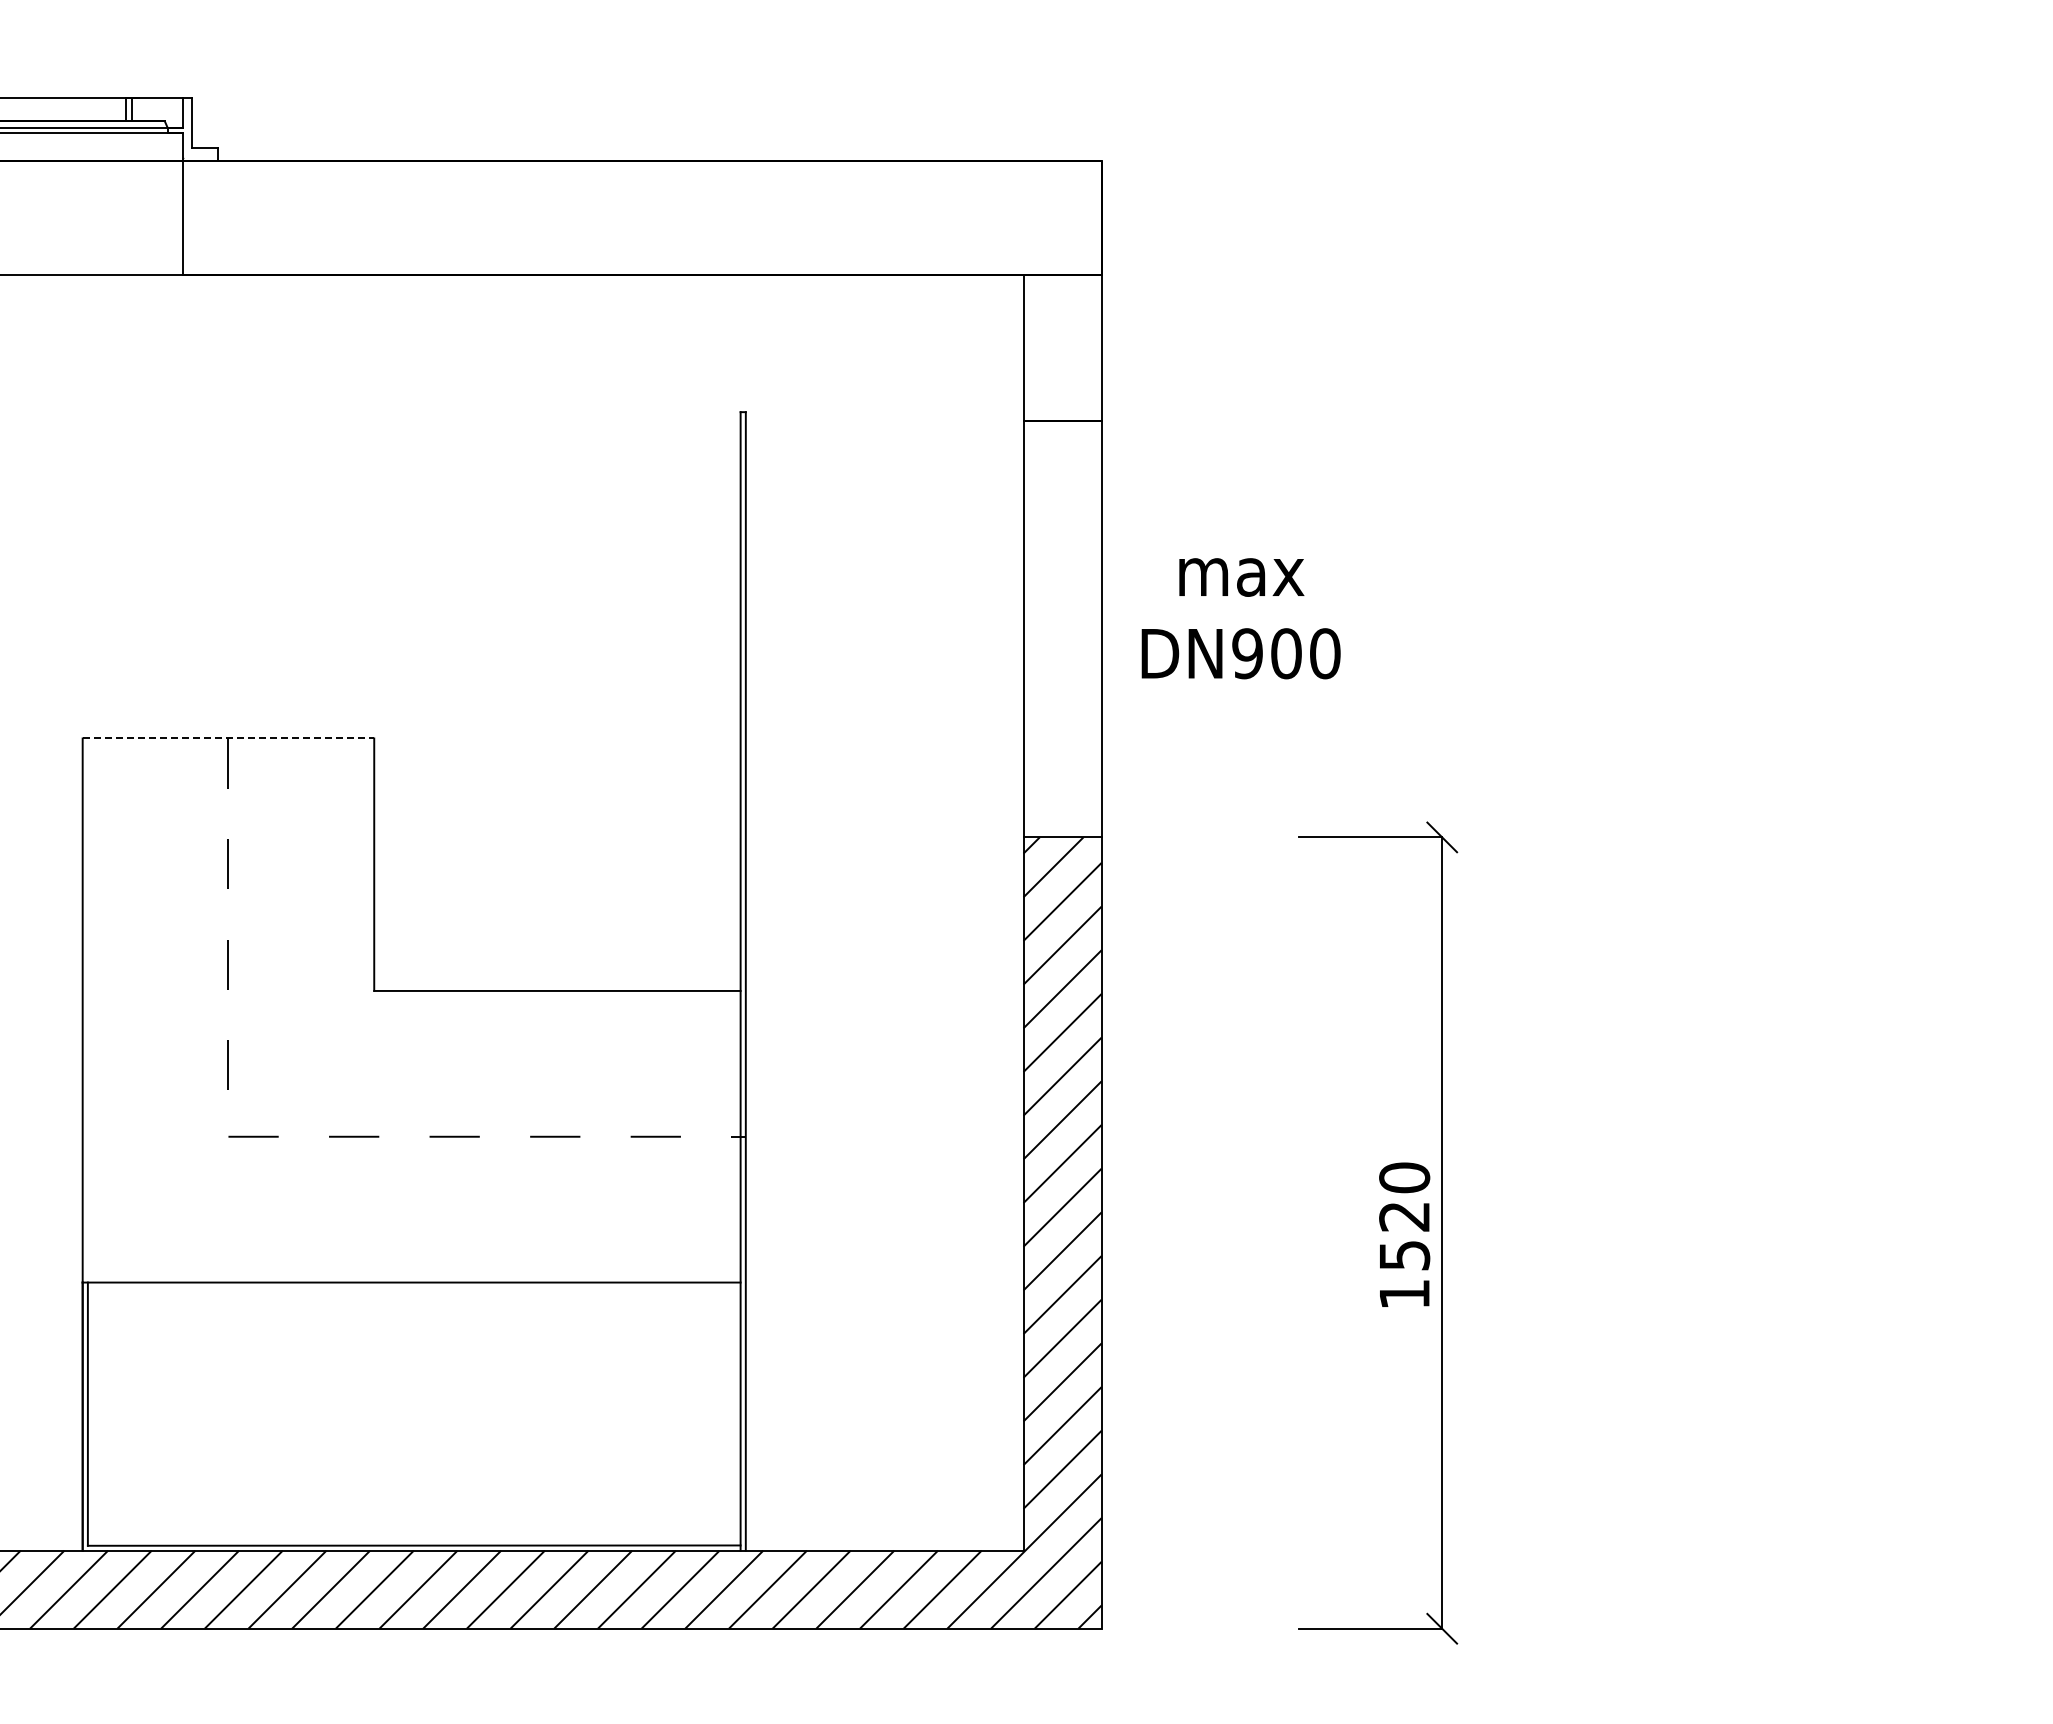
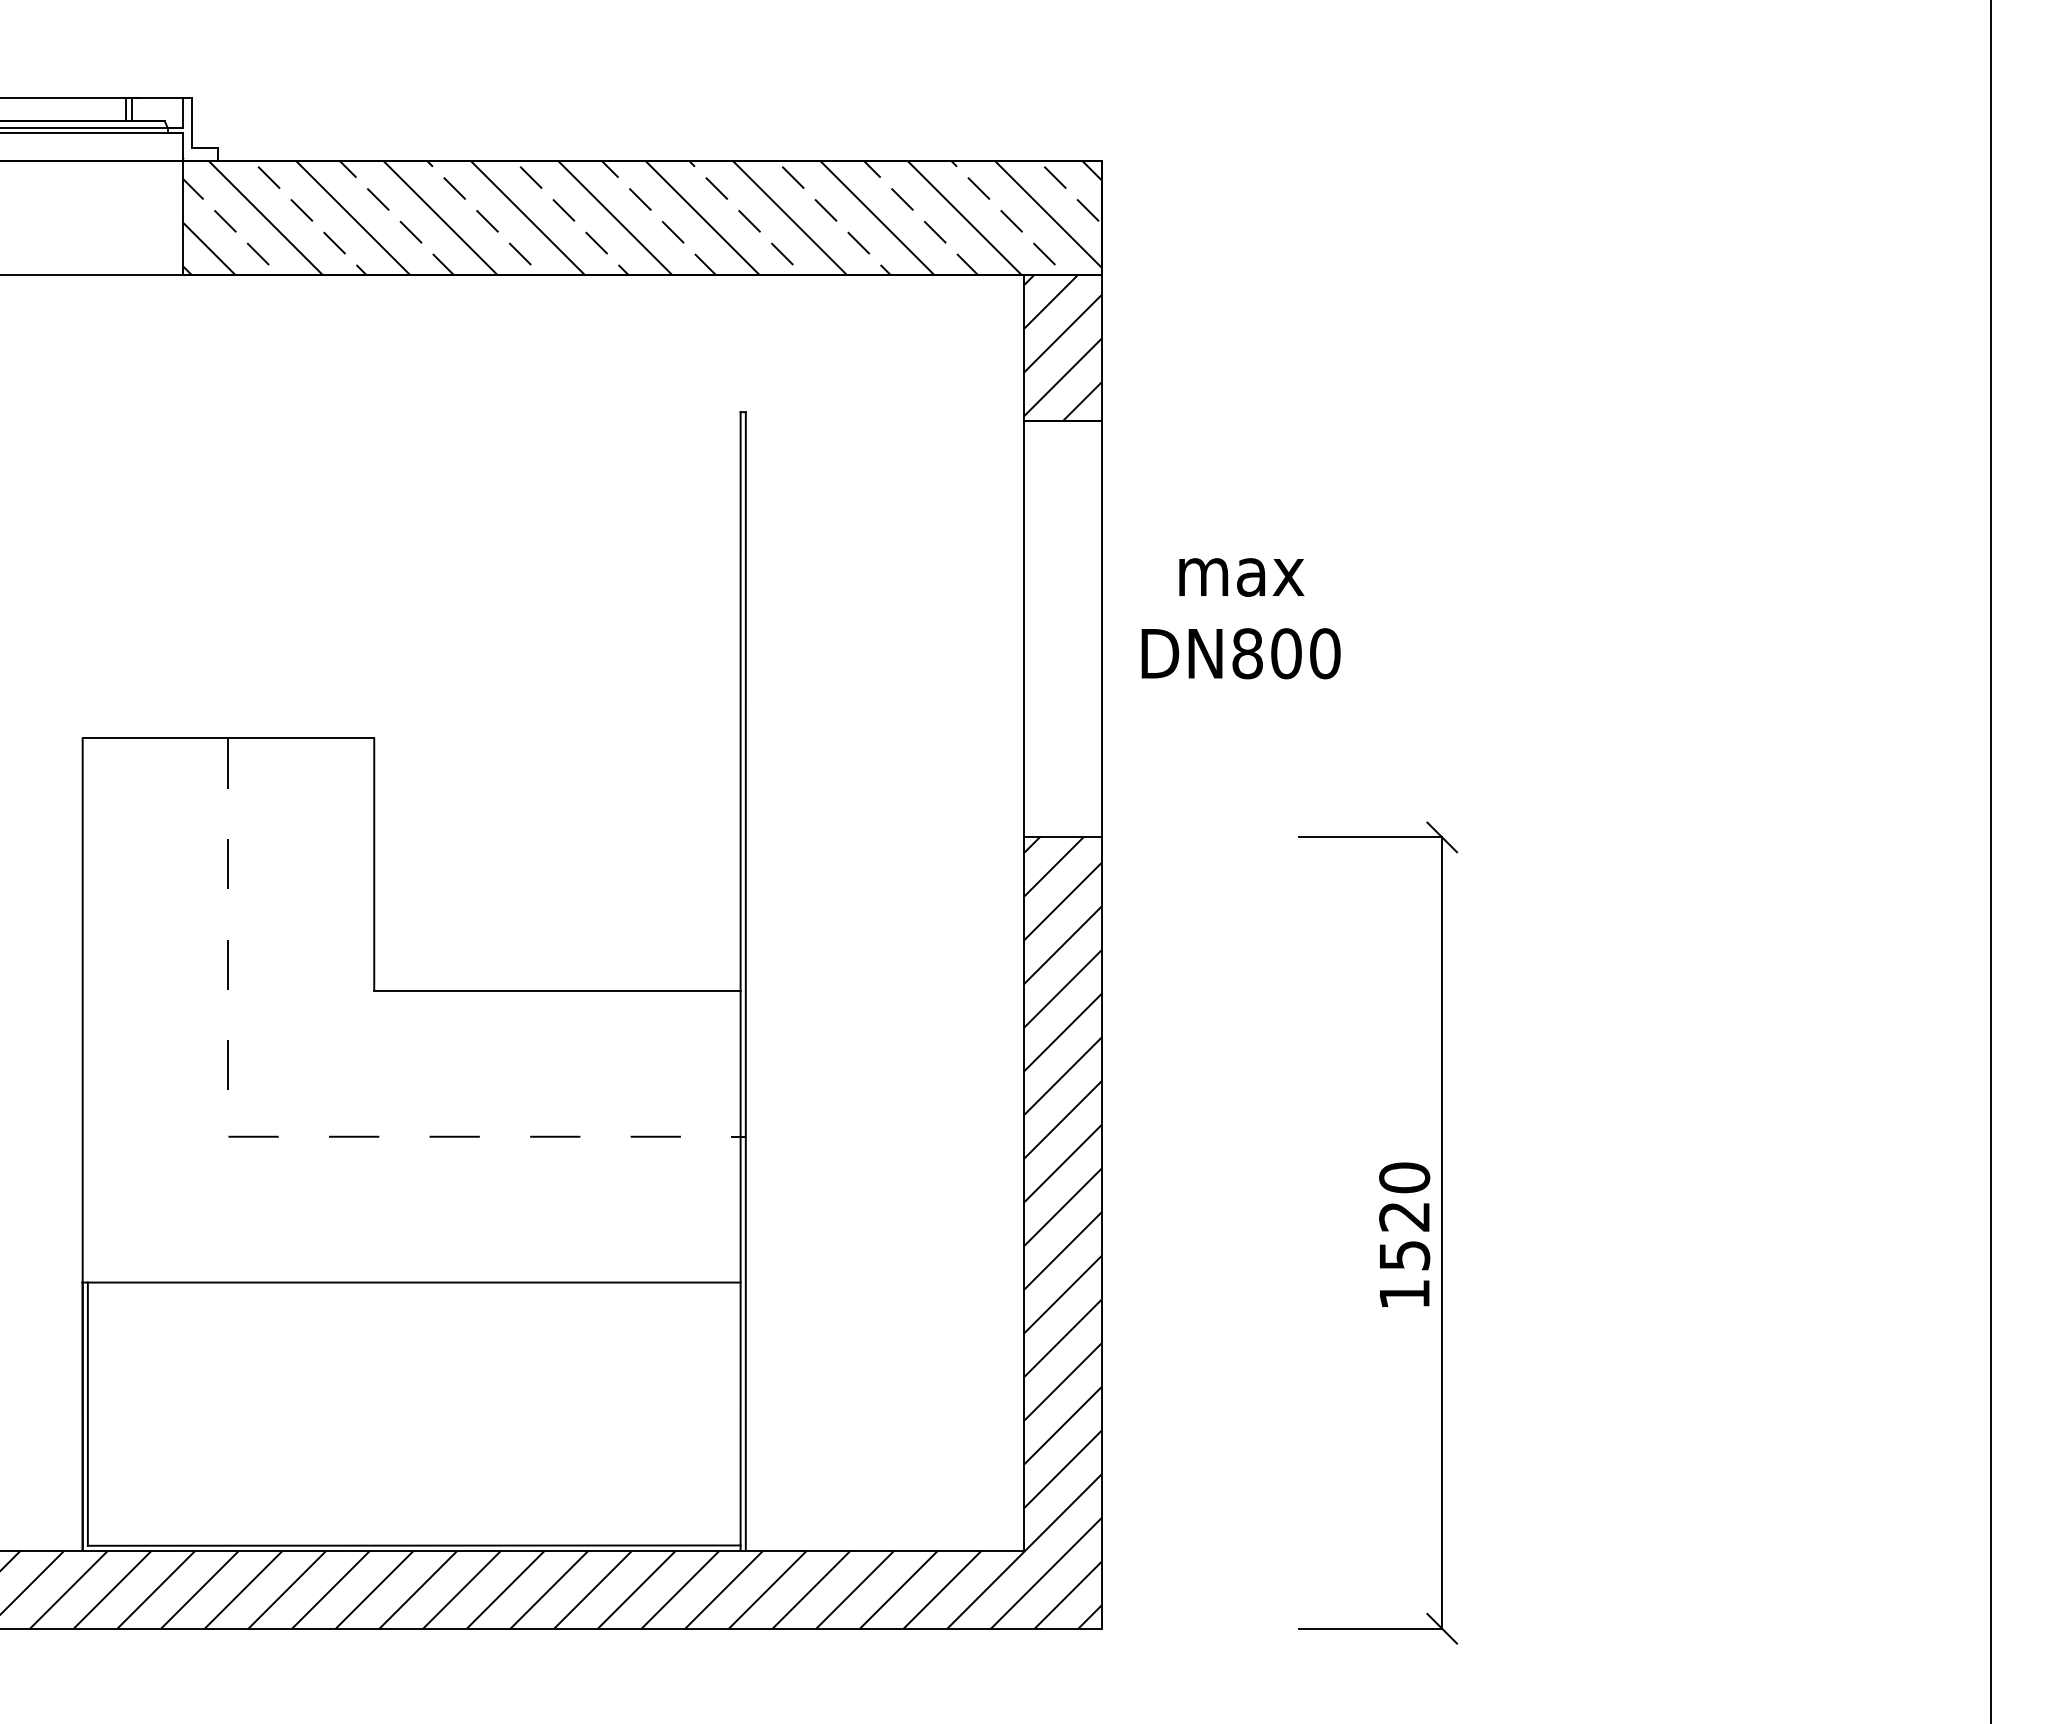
hatch at (641, 217): none -> present
hatch at (1062, 347): none -> present
text at (1247, 653): DN900 -> DN800
line at (228, 738): dashed -> solid
line at (1991, 861): none -> present
